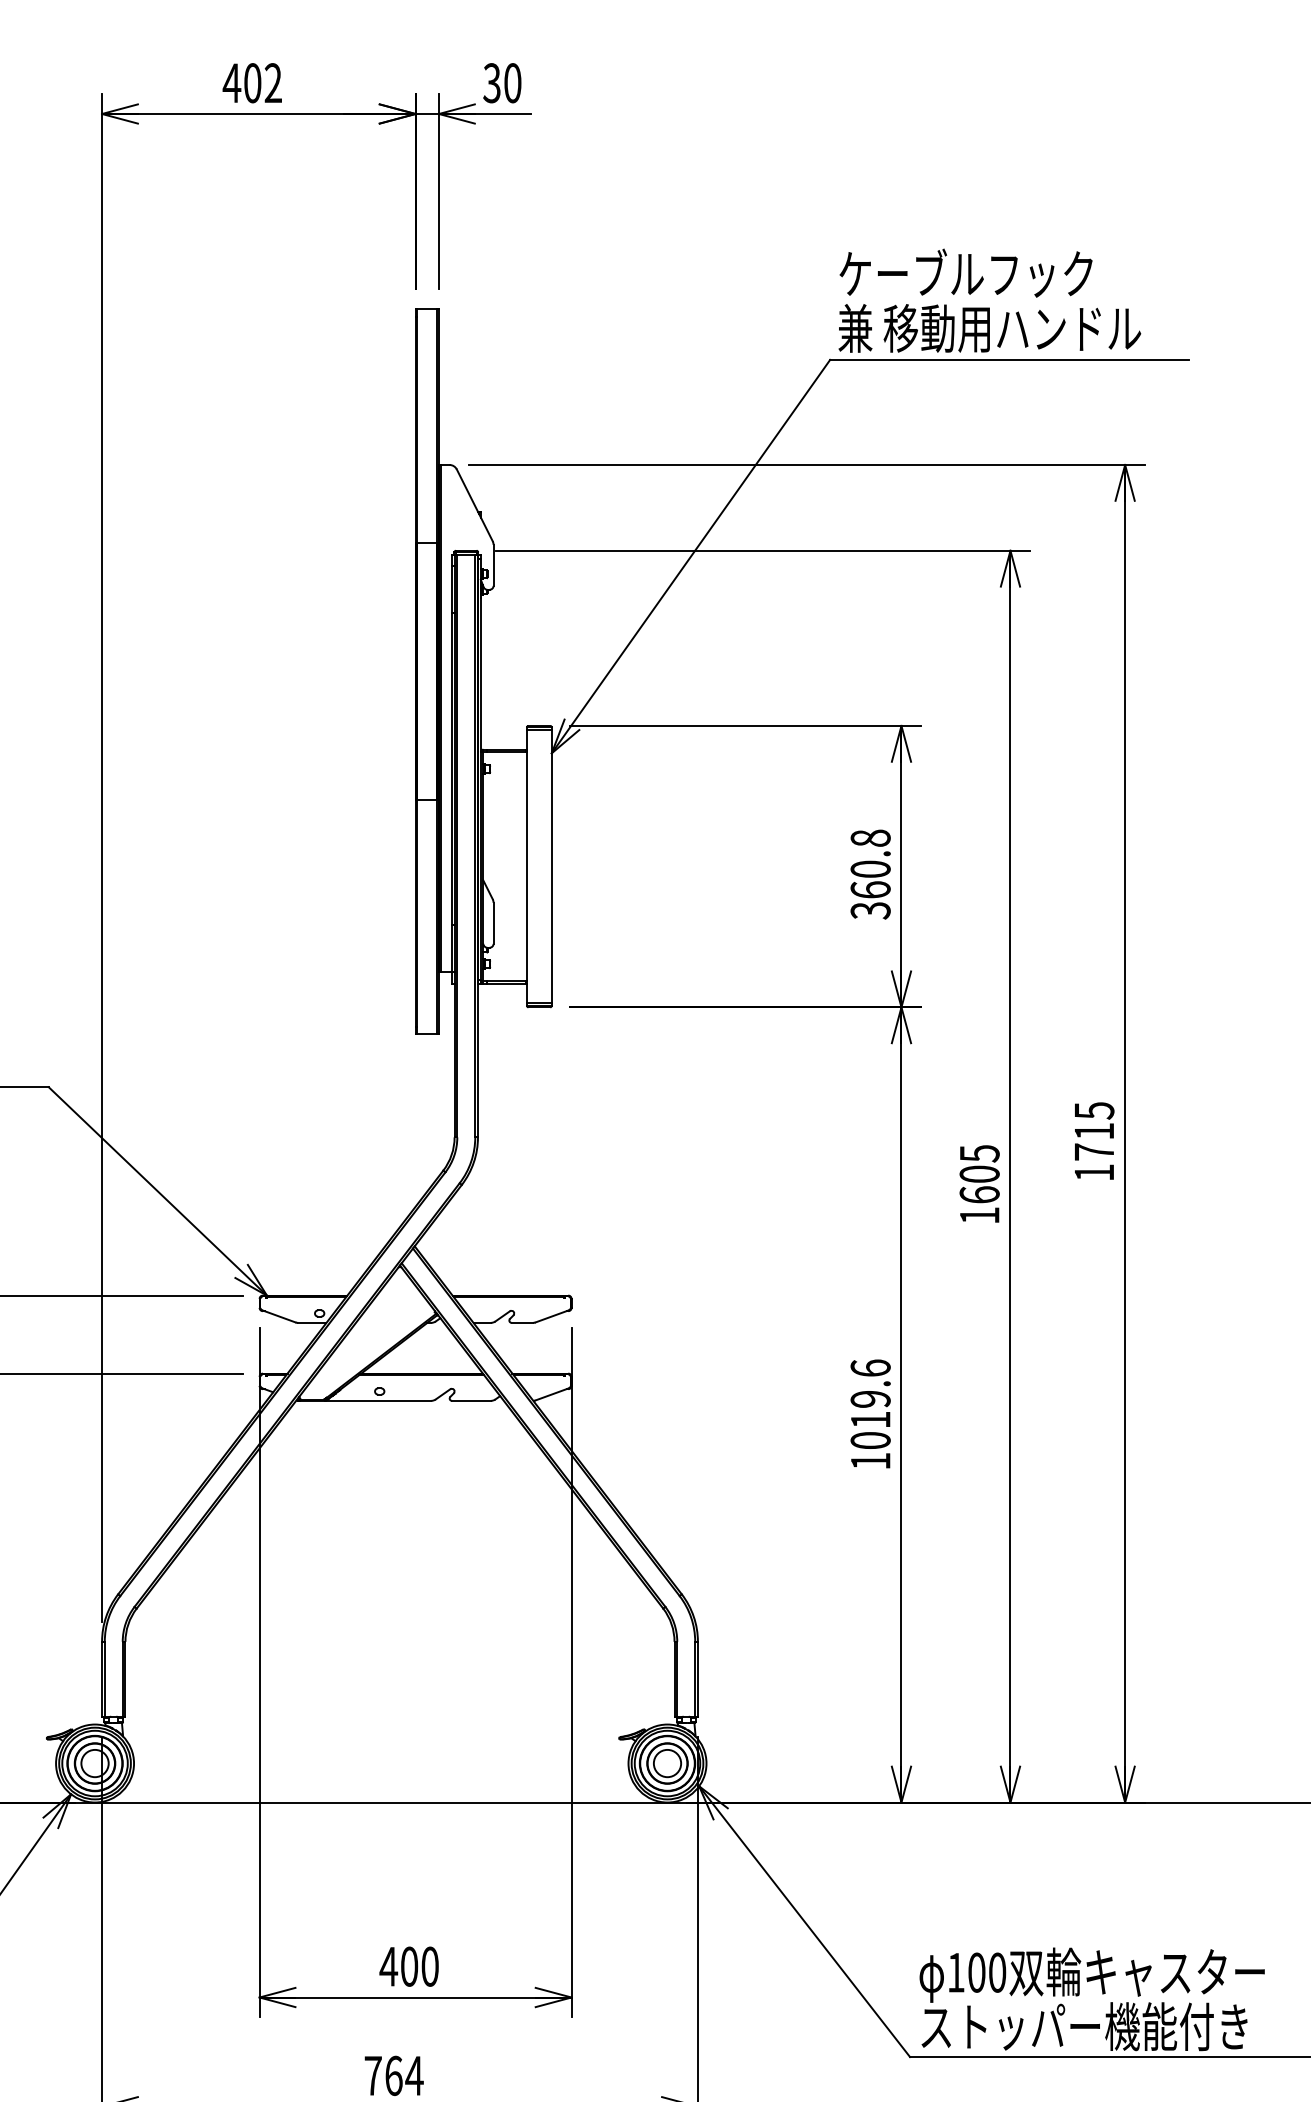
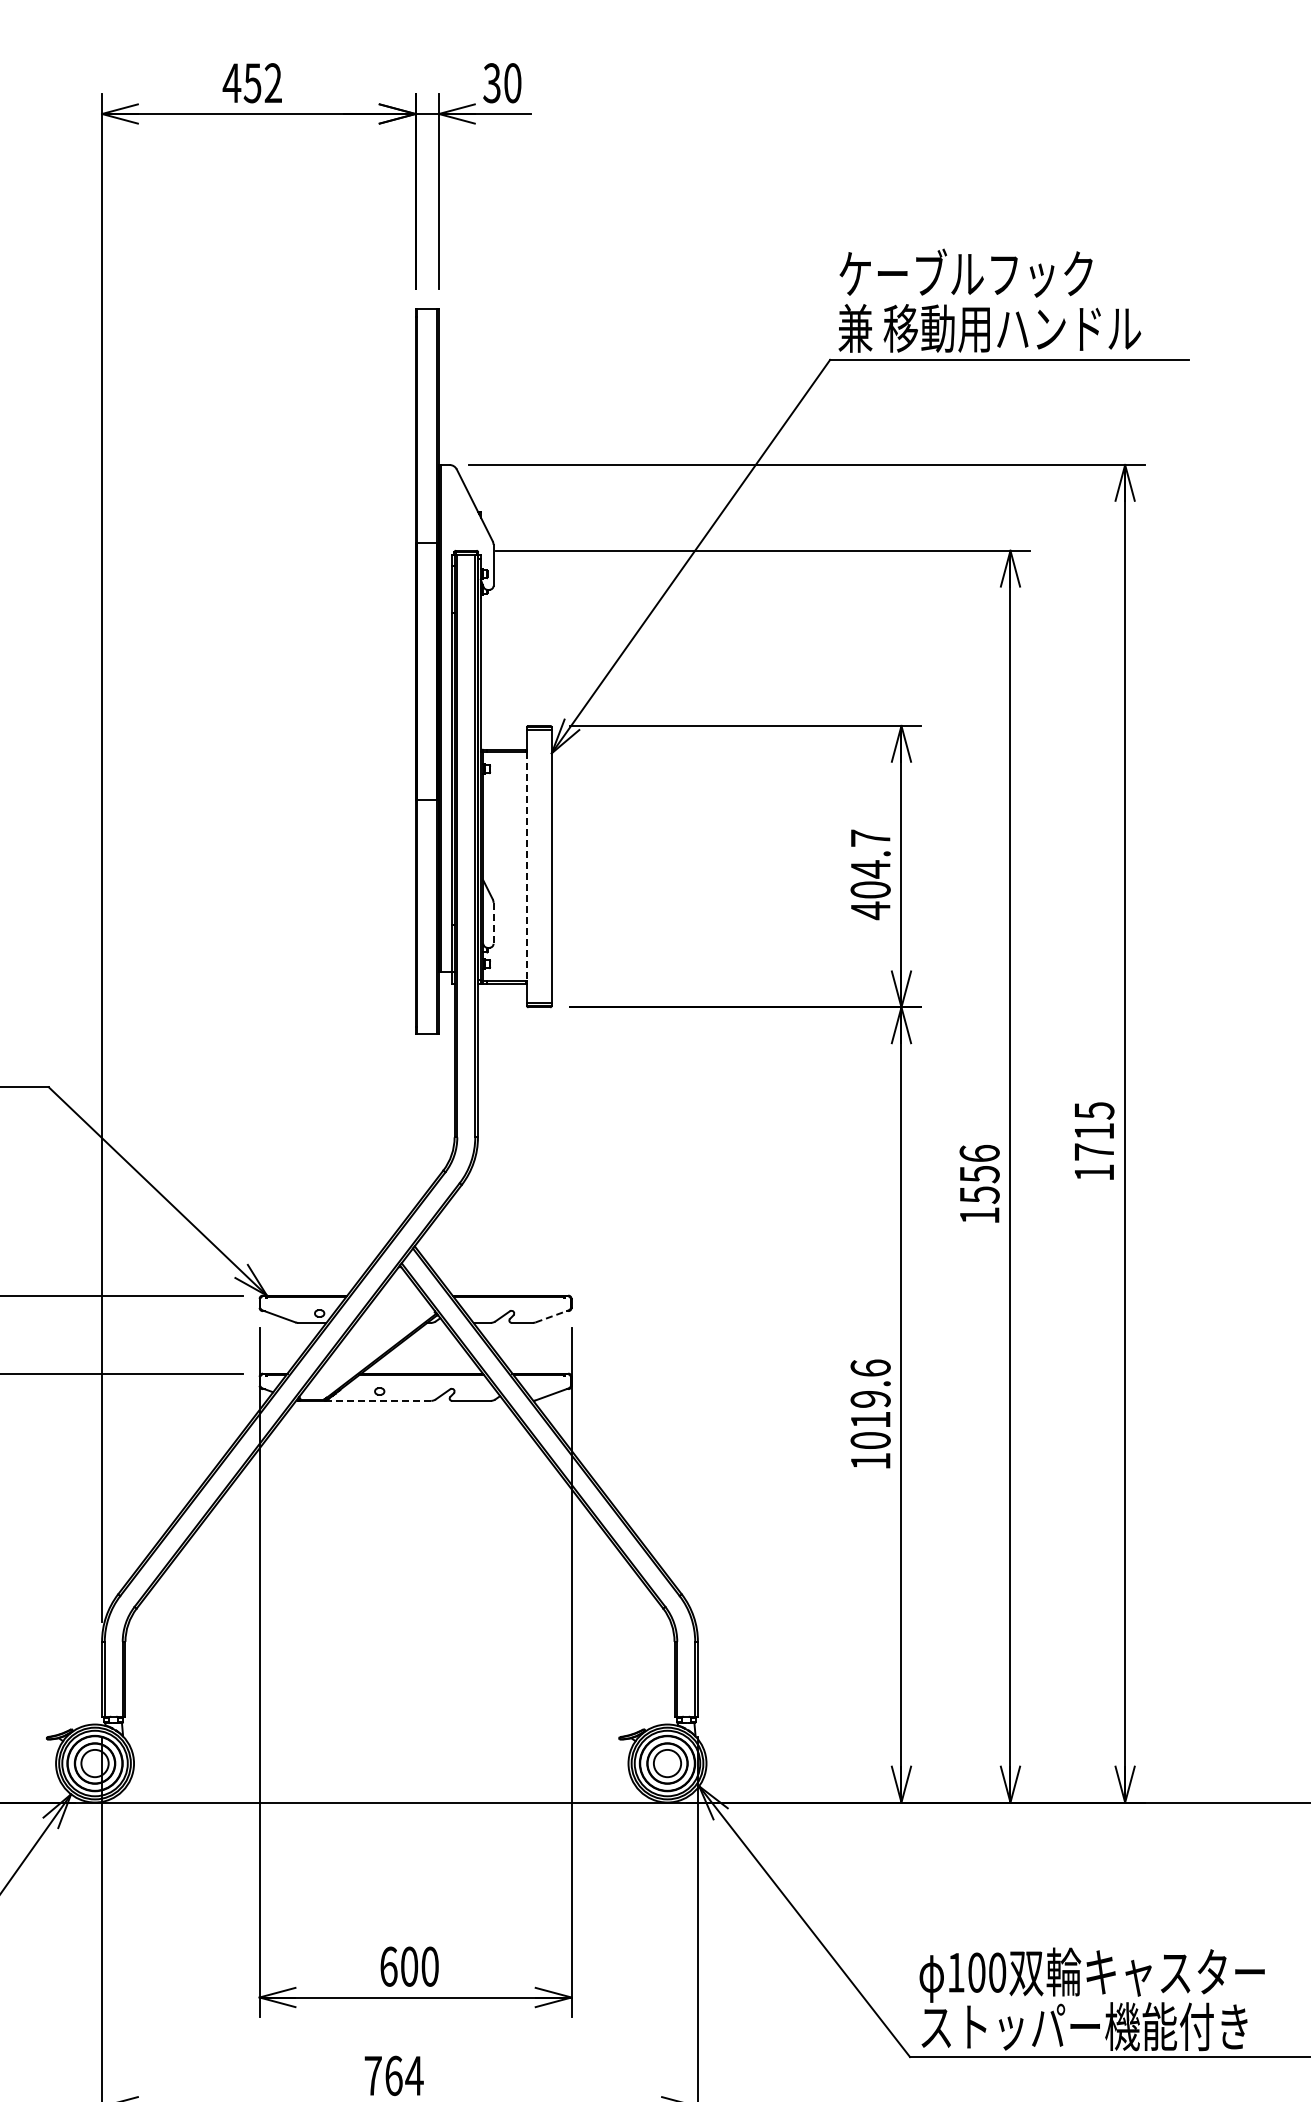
text at (252, 83): 402 -> 452
line at (526, 867): solid -> dashed
text at (870, 874): 360.8 -> 404.7
line at (493, 923): solid -> dashed
text at (979, 1174): 1605 -> 1556
line at (552, 1316): solid -> dashed
line at (378, 1400): solid -> dashed
text at (388, 1966): 400 -> 600
